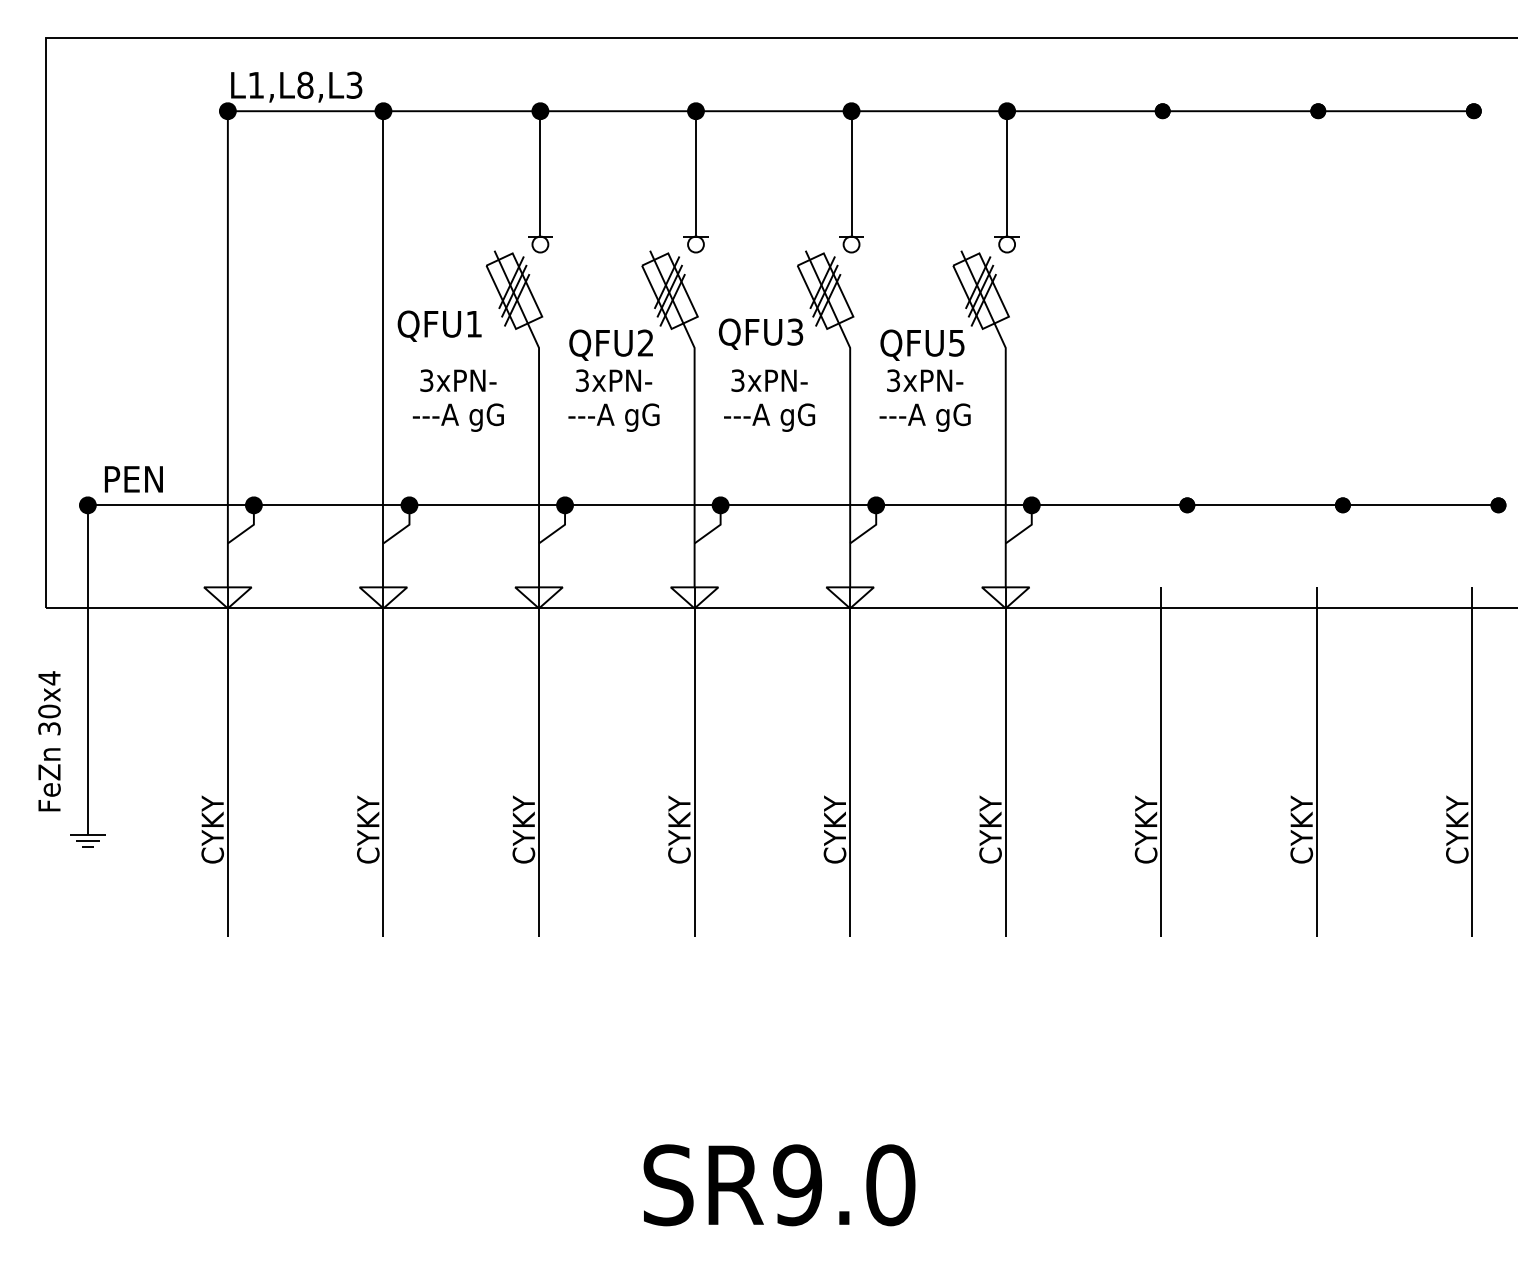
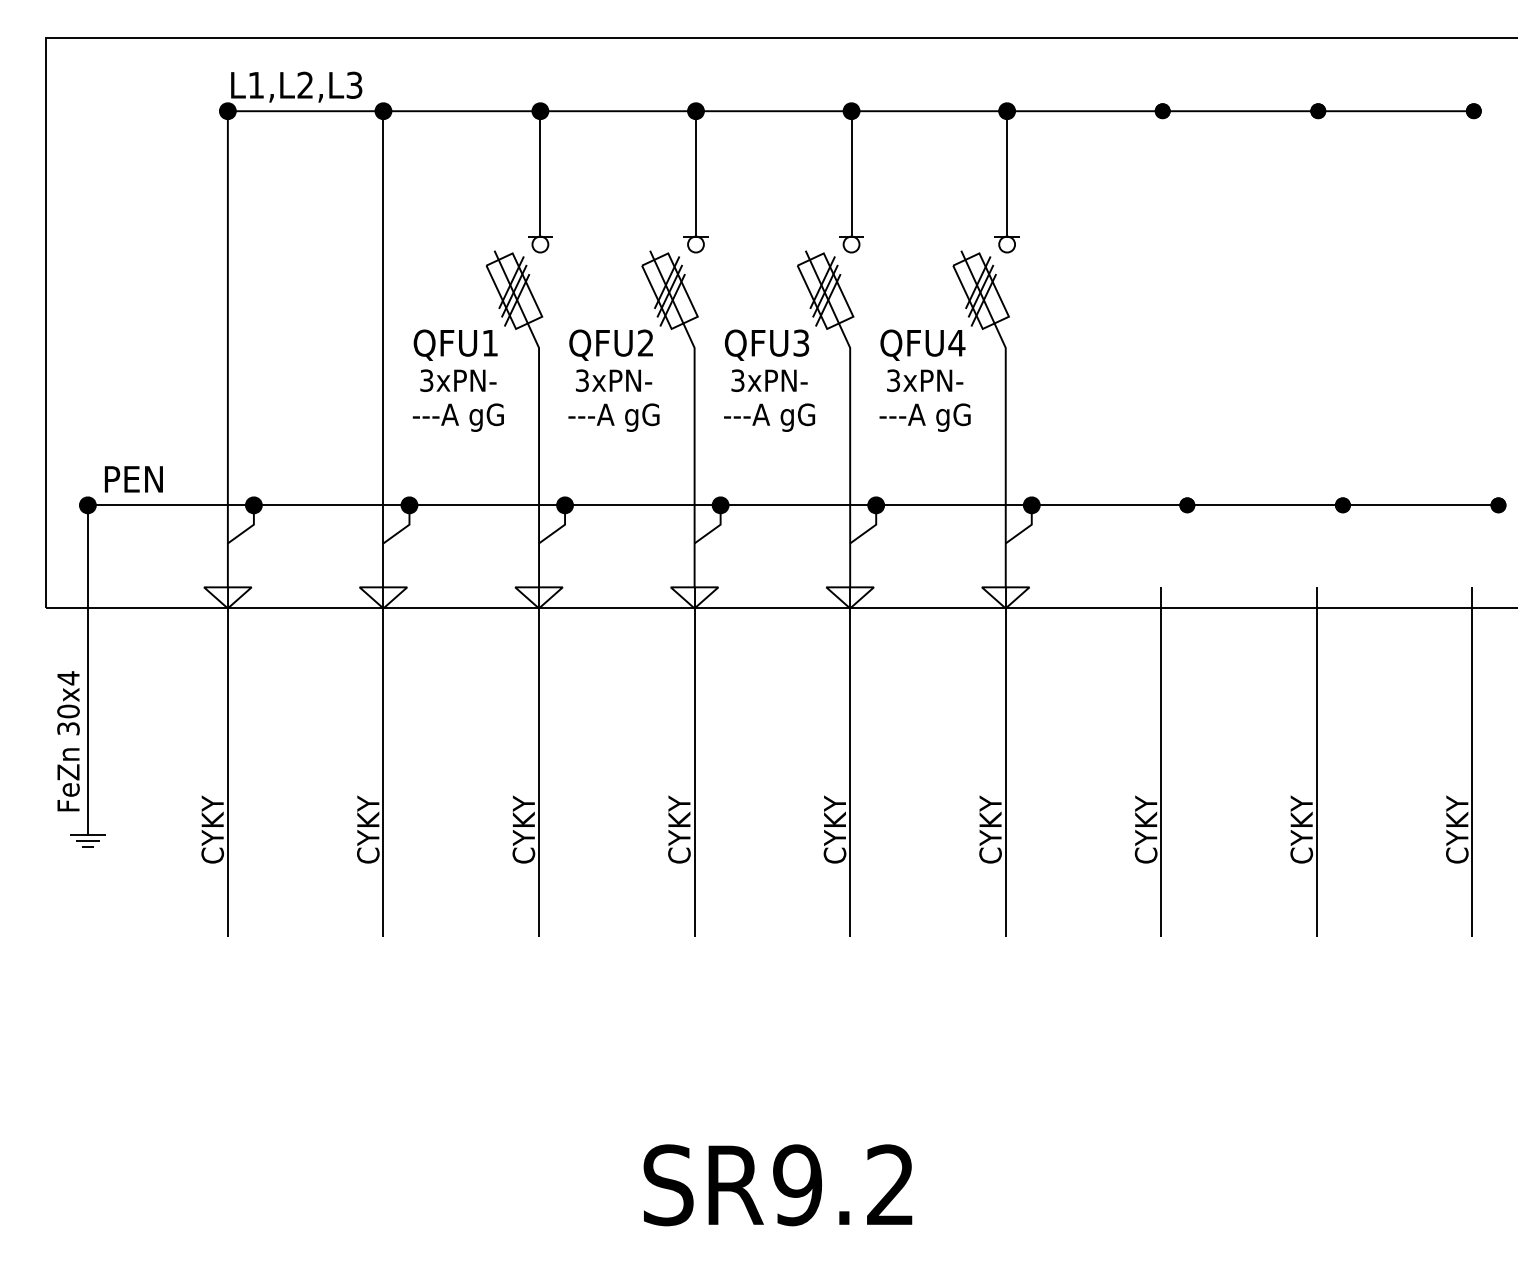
text at (305, 84): L1,L8,L3 -> L1,L2,L3
text at (439, 325) position: (439, 325) -> (455, 344)
text at (760, 333) position: (760, 333) -> (766, 344)
text at (956, 343): QFU5 -> QFU4
text at (49, 741) position: (49, 741) -> (68, 741)
text at (890, 1185): SR9.0 -> SR9.2
